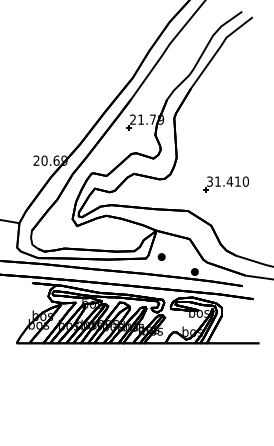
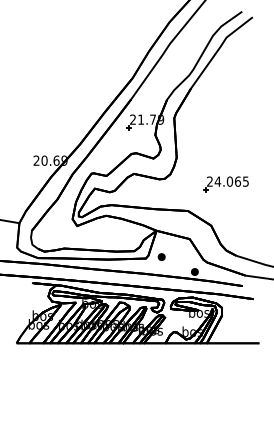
text at (228, 181): 31.410 -> 24.065
